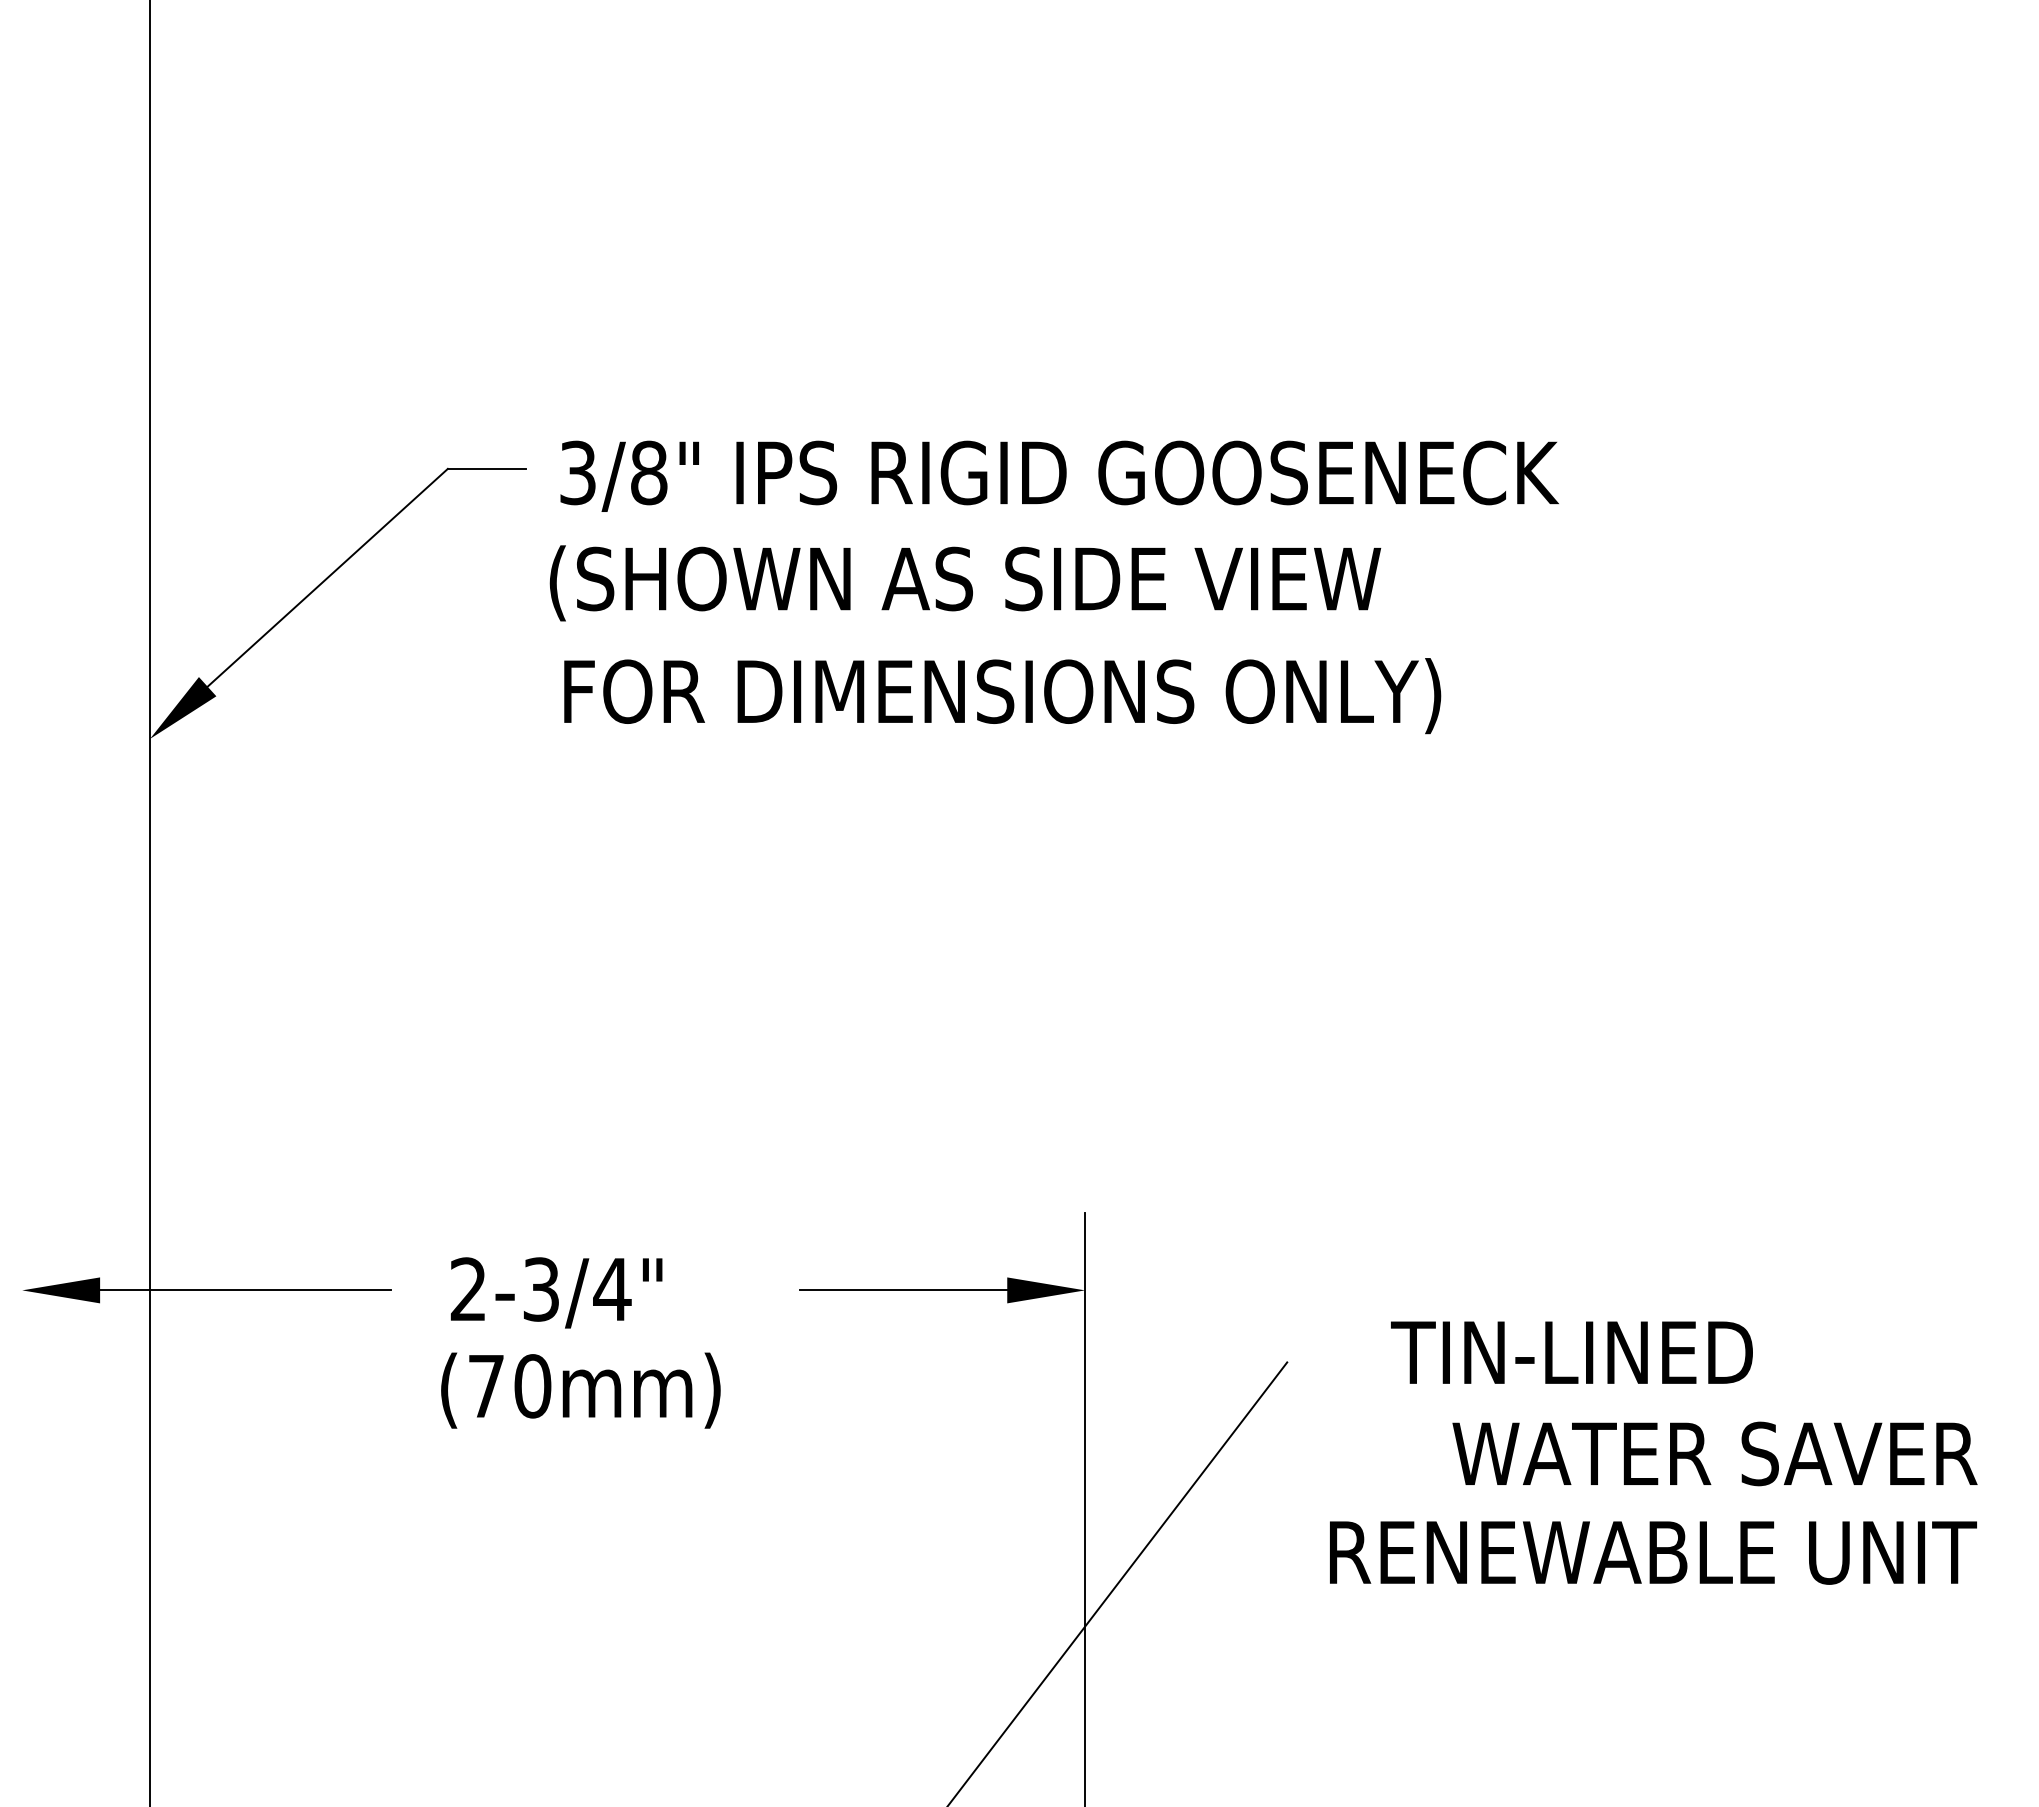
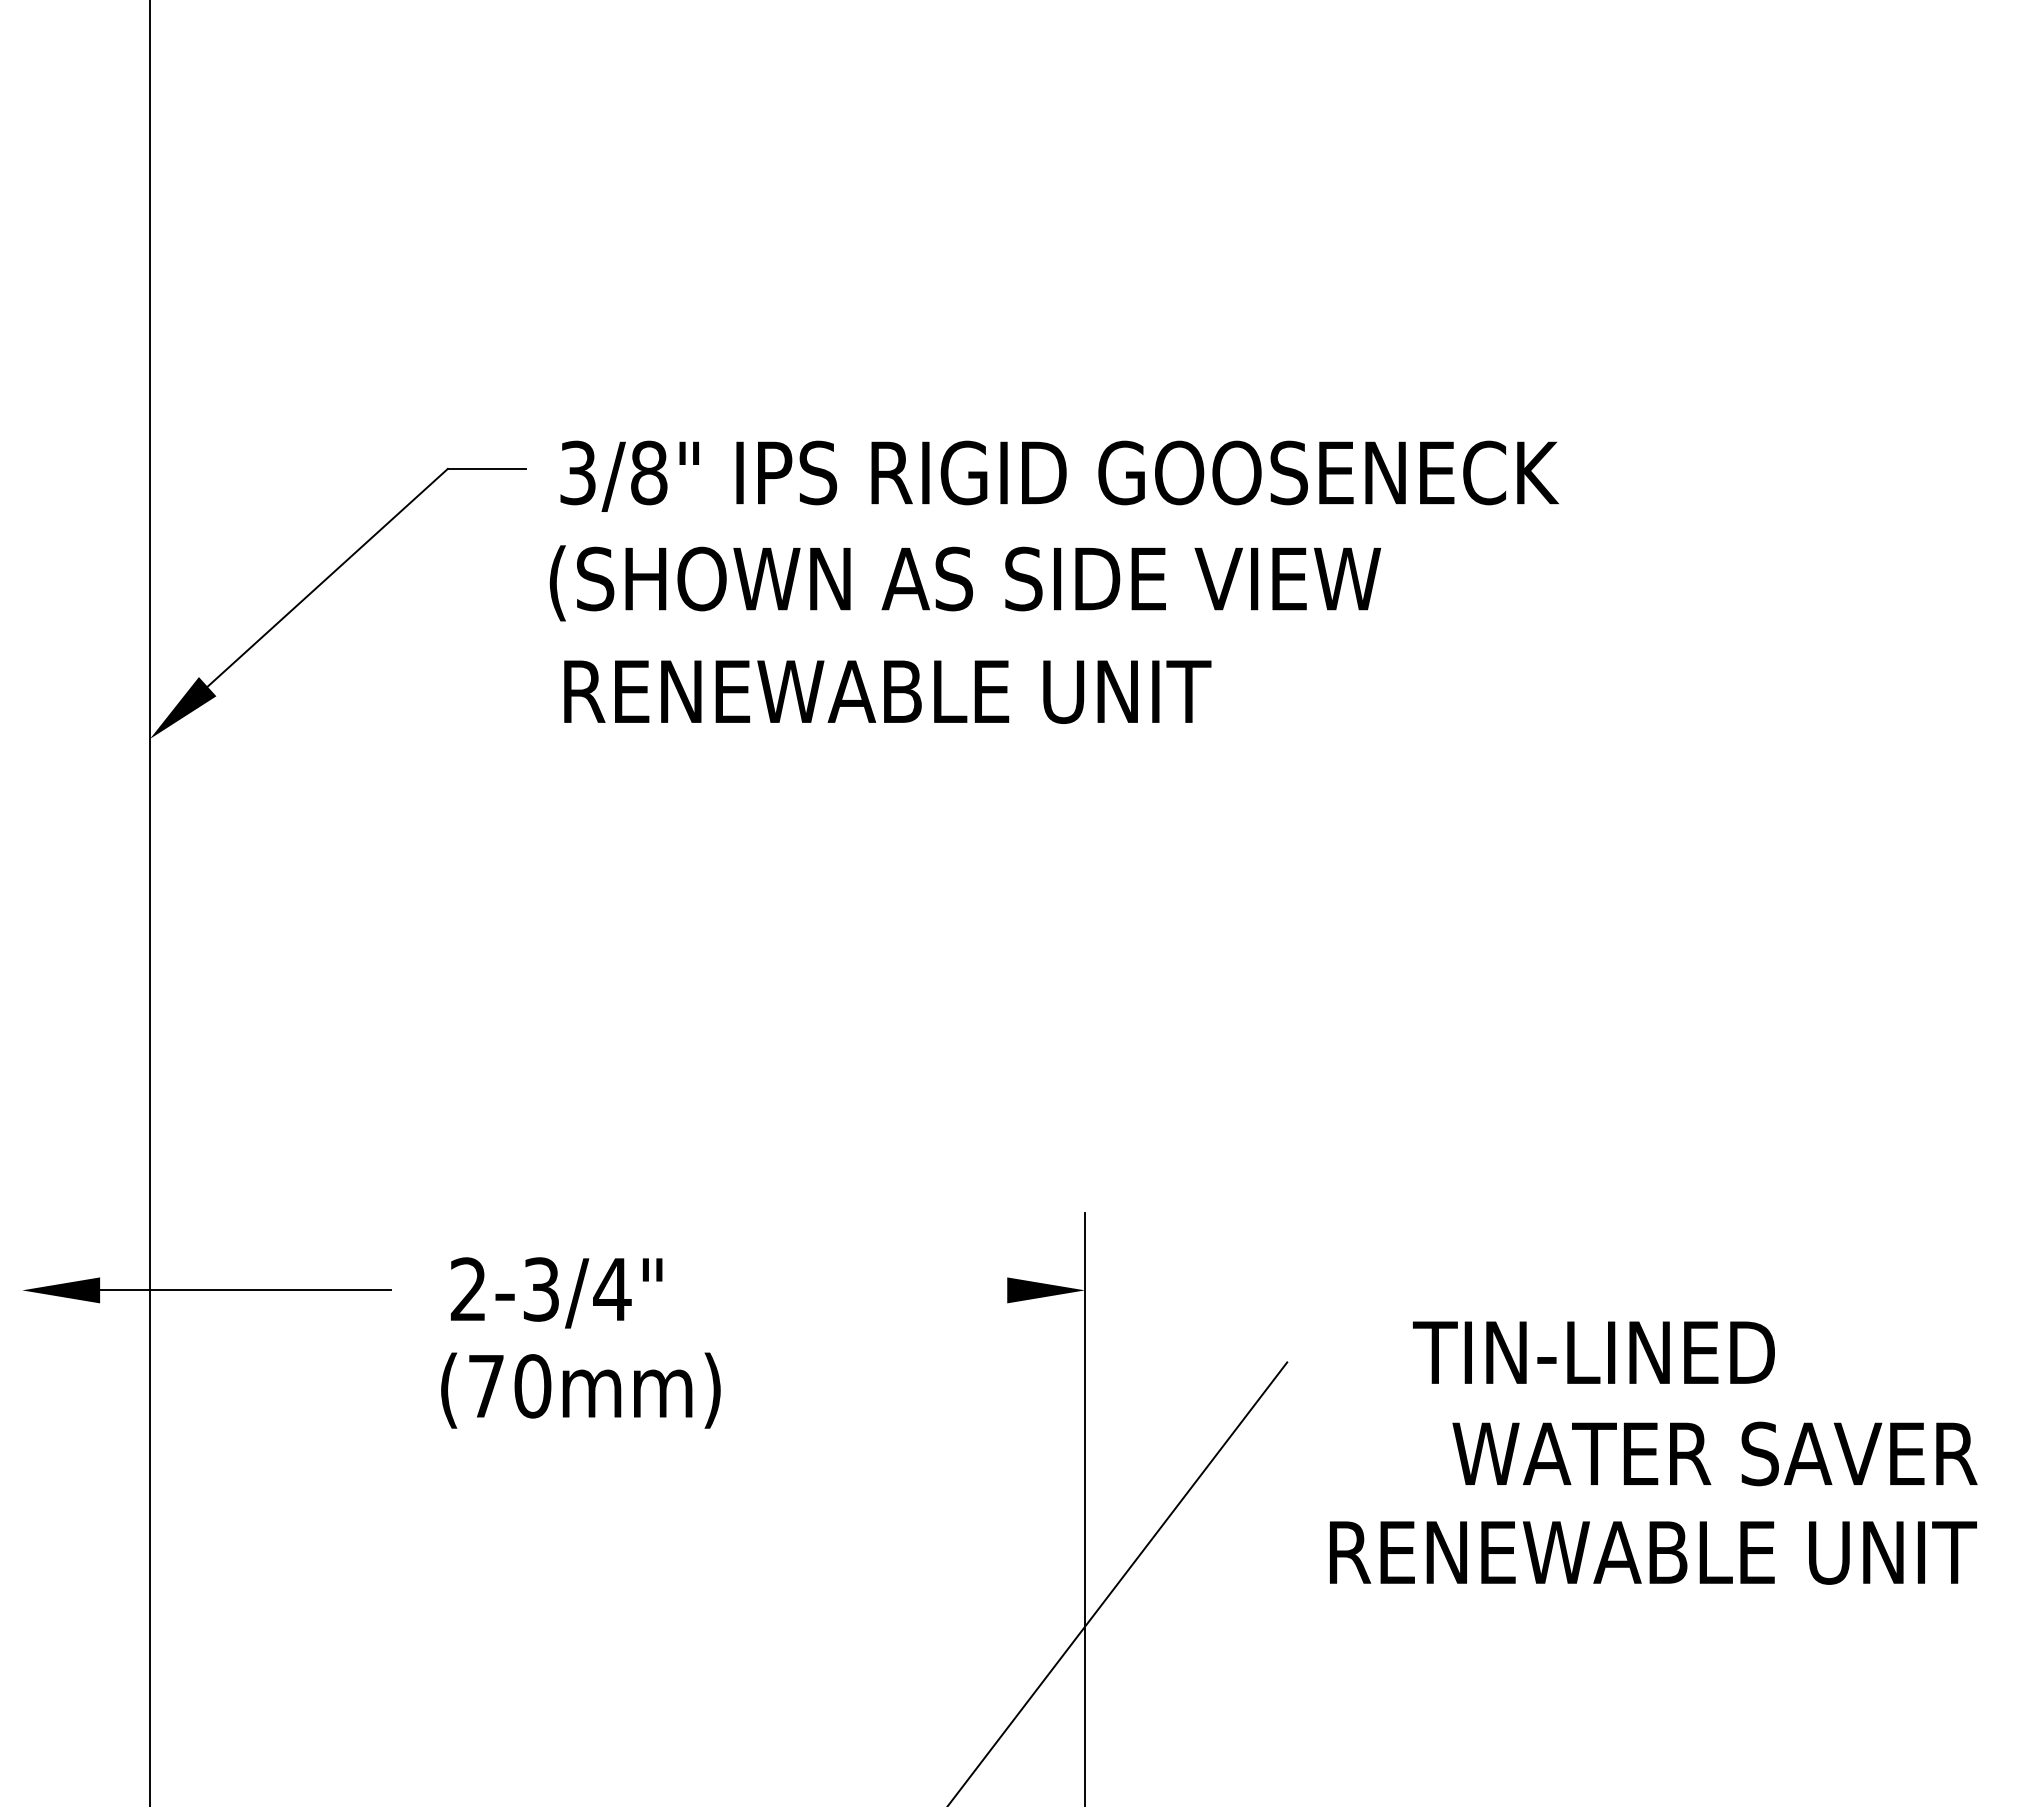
text at (1006, 696): FOR DIMENSIONS ONLY) -> RENEWABLE UNIT
line at (903, 1290): present -> none
text at (1571, 1352) position: (1571, 1352) -> (1593, 1352)
